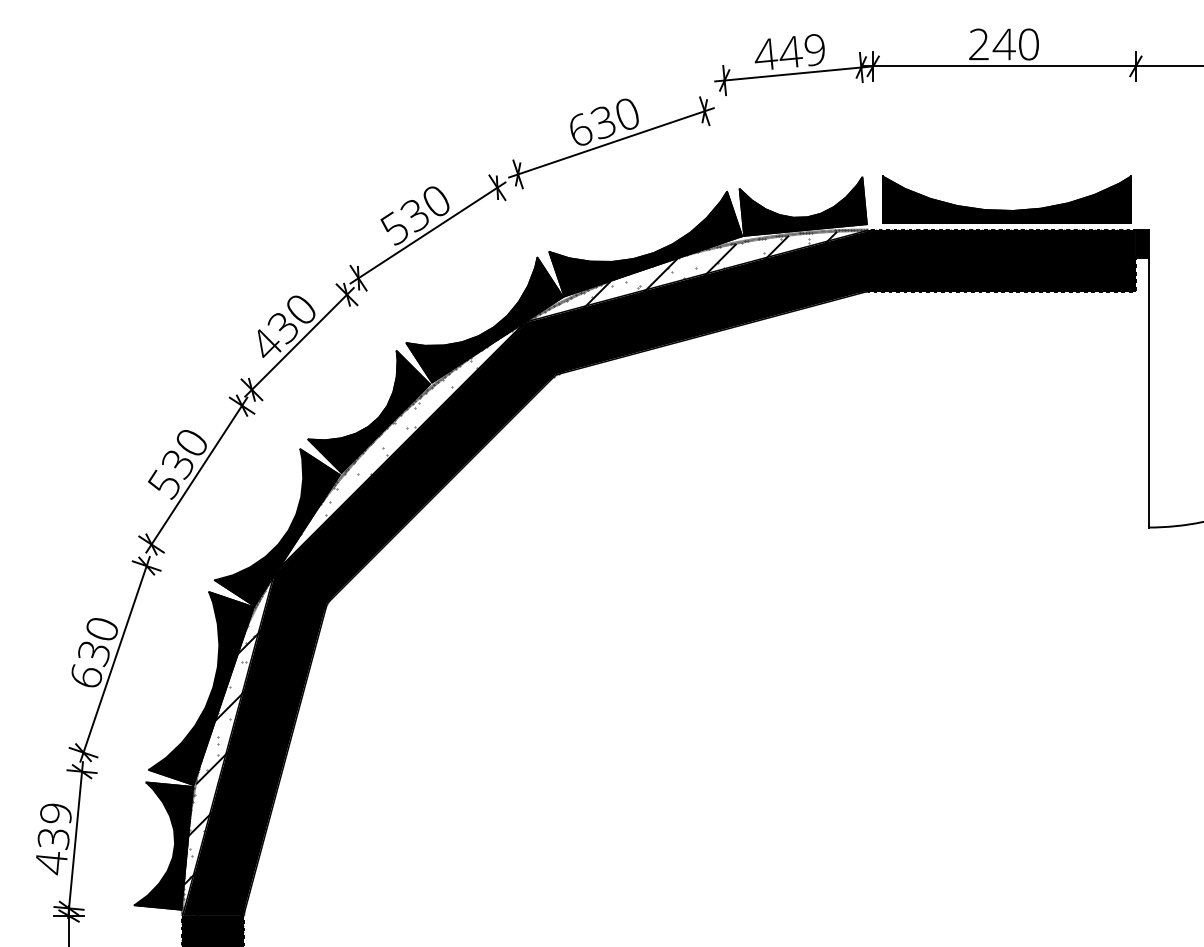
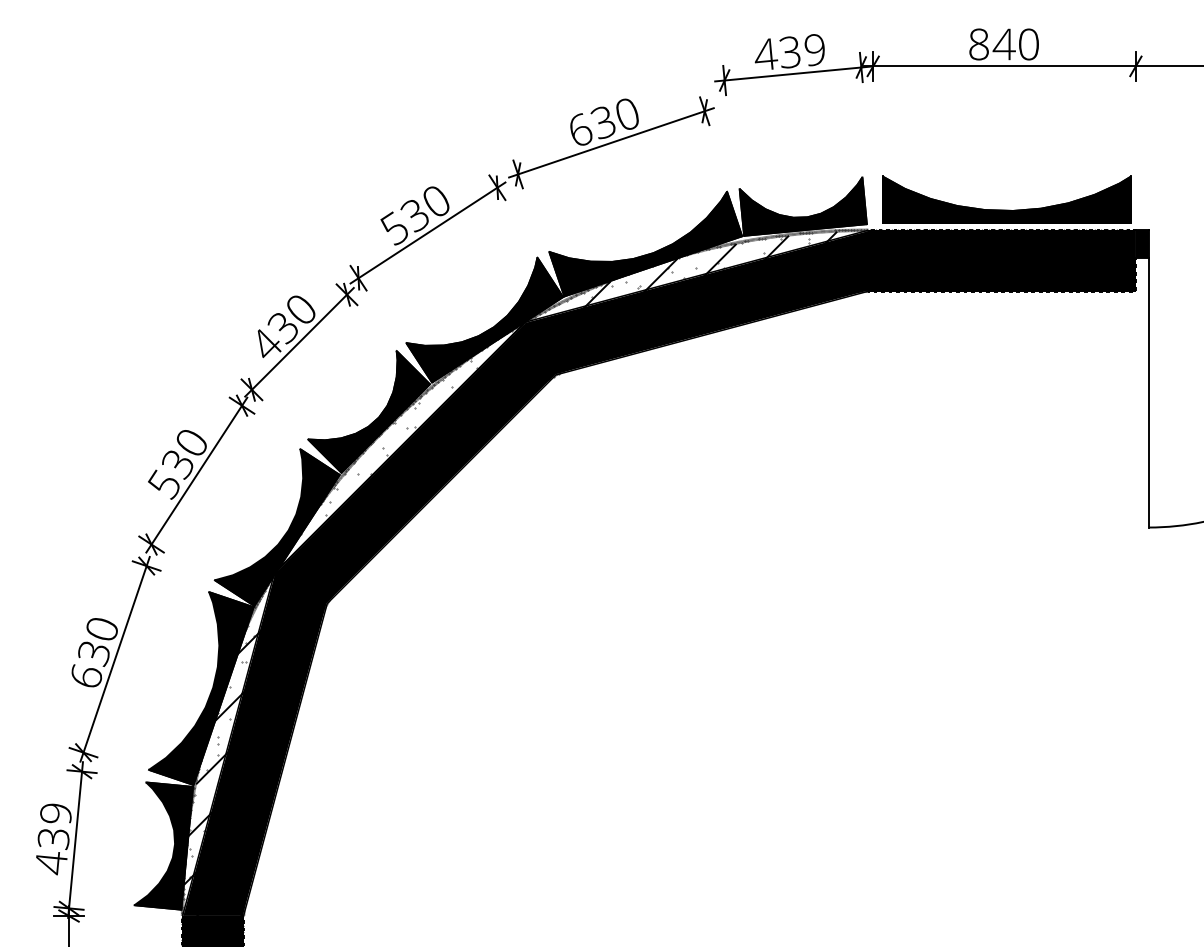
text at (978, 44): 240 -> 840
text at (790, 52): 449 -> 439
